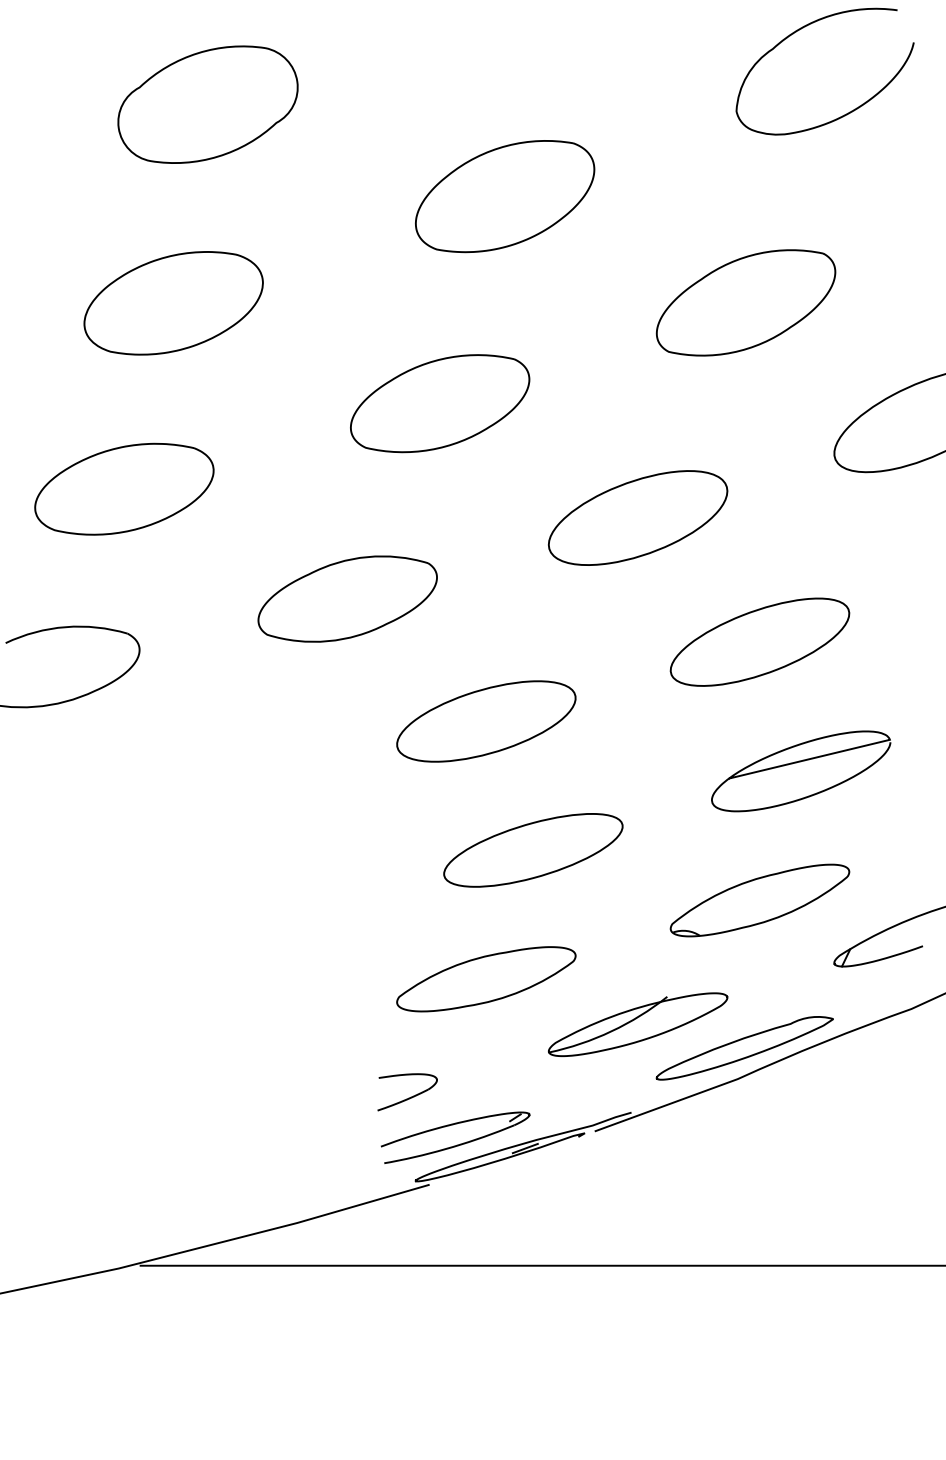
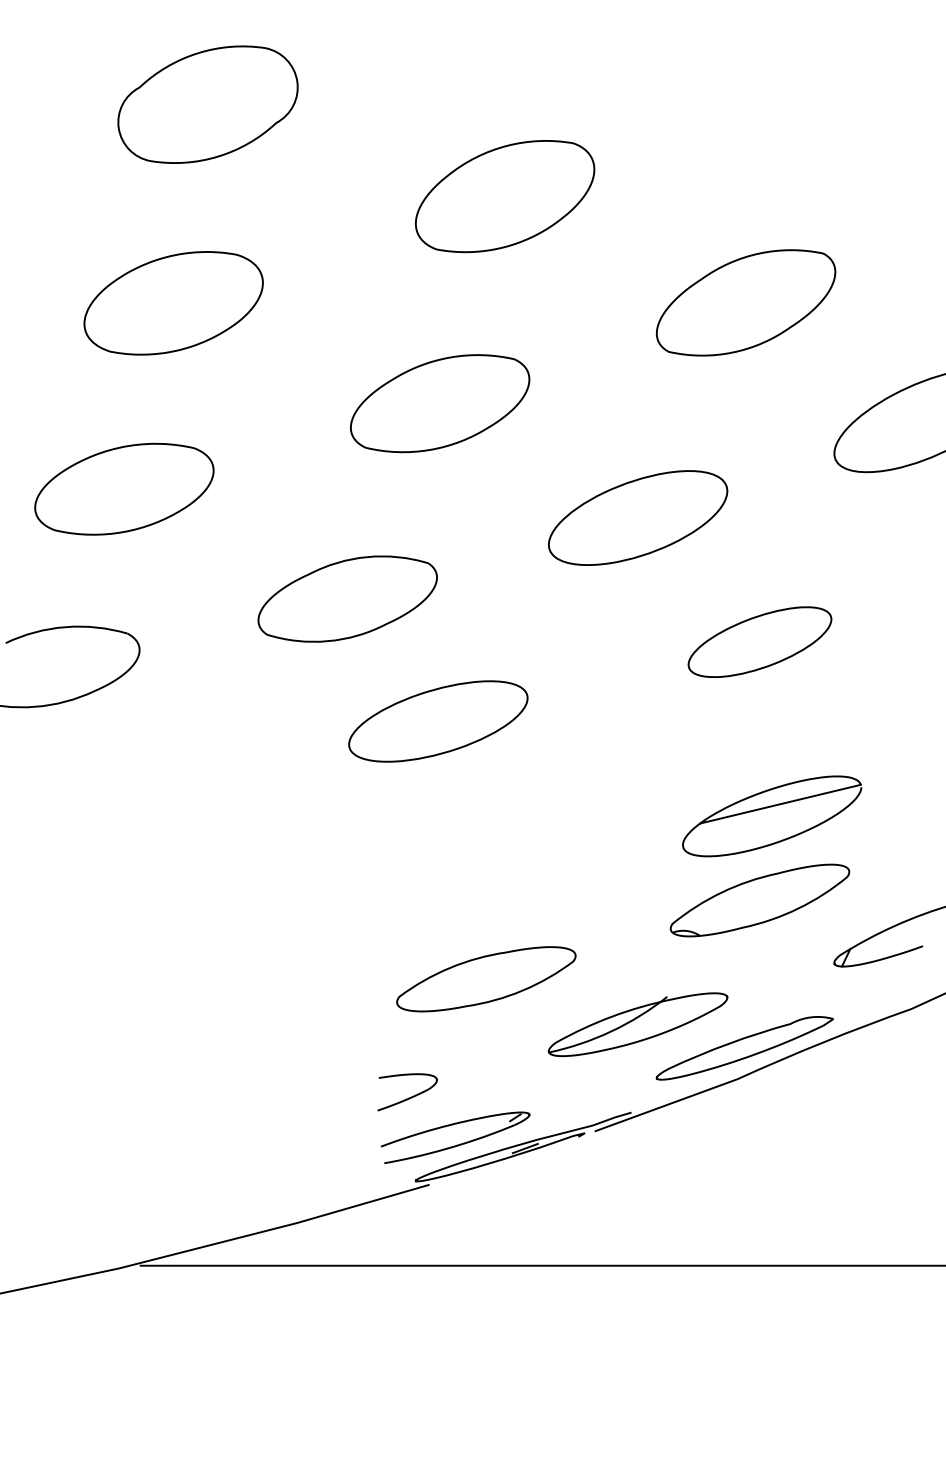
curve at (849, 111): present -> none
part at (759, 641) size: 182x90 px -> 146x72 px
part at (486, 721) position: (486, 721) -> (438, 721)
curve at (800, 762) position: (800, 762) -> (771, 807)
part at (533, 850): present -> none
